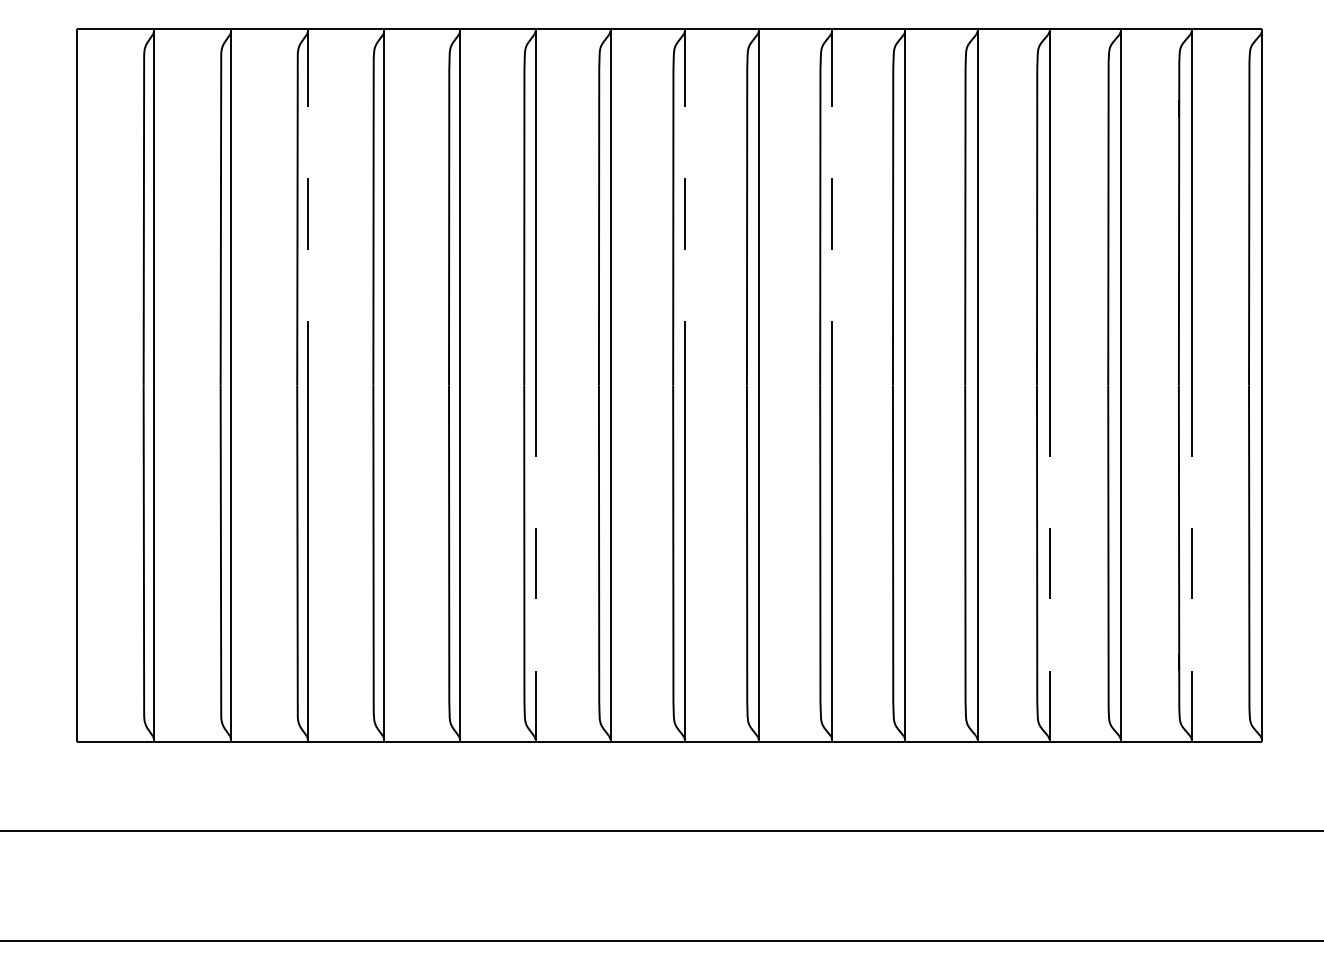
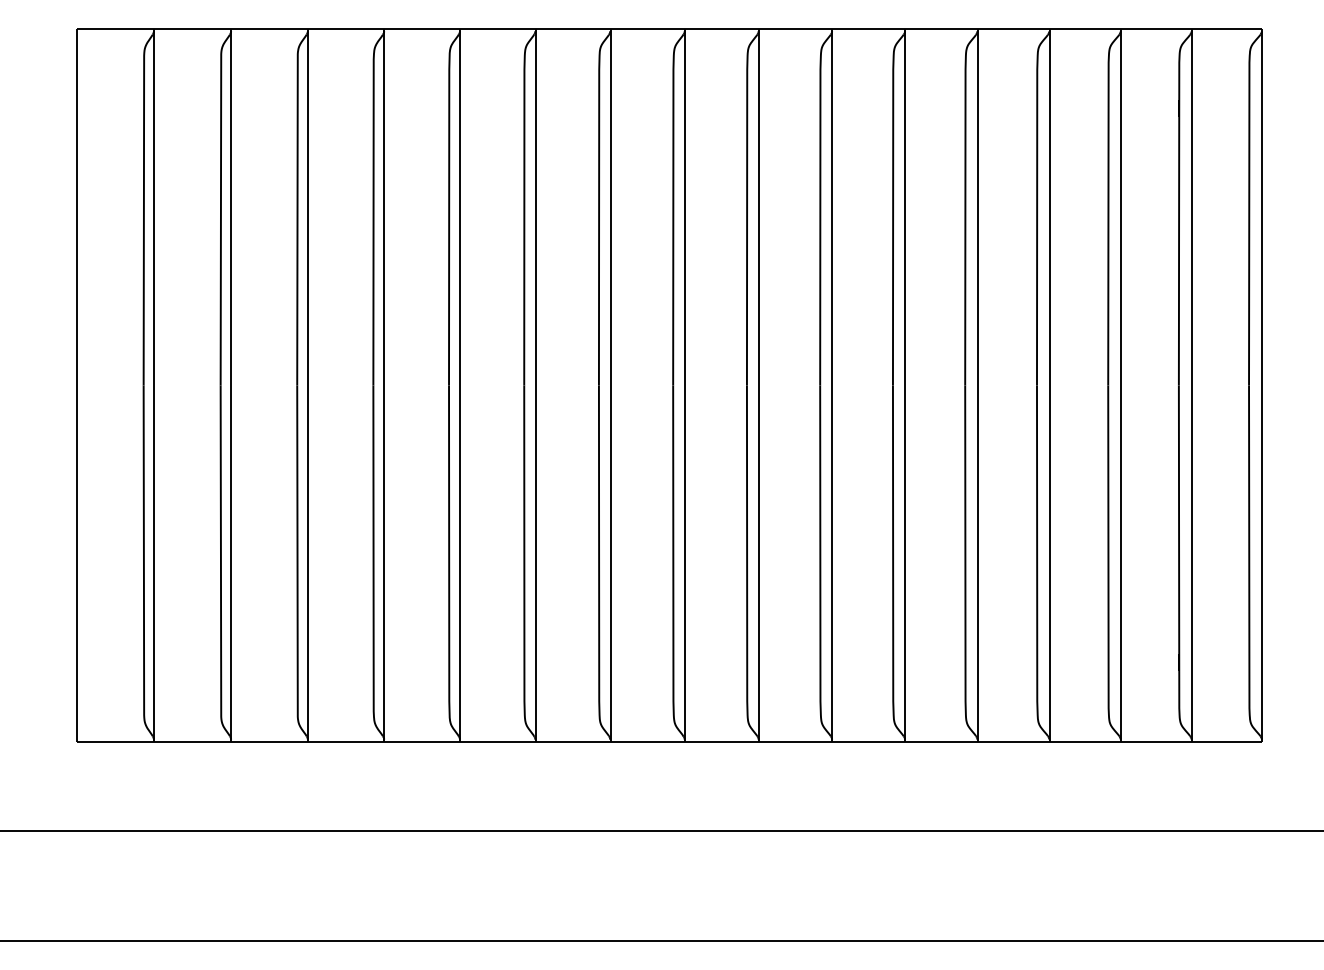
line at (308, 210): dashed -> solid
line at (685, 210): dashed -> solid
line at (832, 210): dashed -> solid
line at (535, 560): dashed -> solid
line at (1049, 560): dashed -> solid
line at (1191, 560): dashed -> solid
